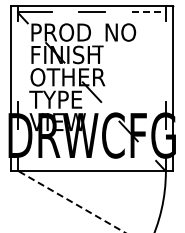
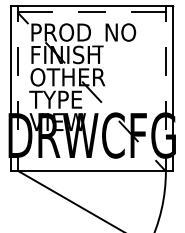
line at (149, 12): dashed -> solid
line at (18, 61): none -> present
line at (165, 61): none -> present
line at (72, 202): dashed -> solid
